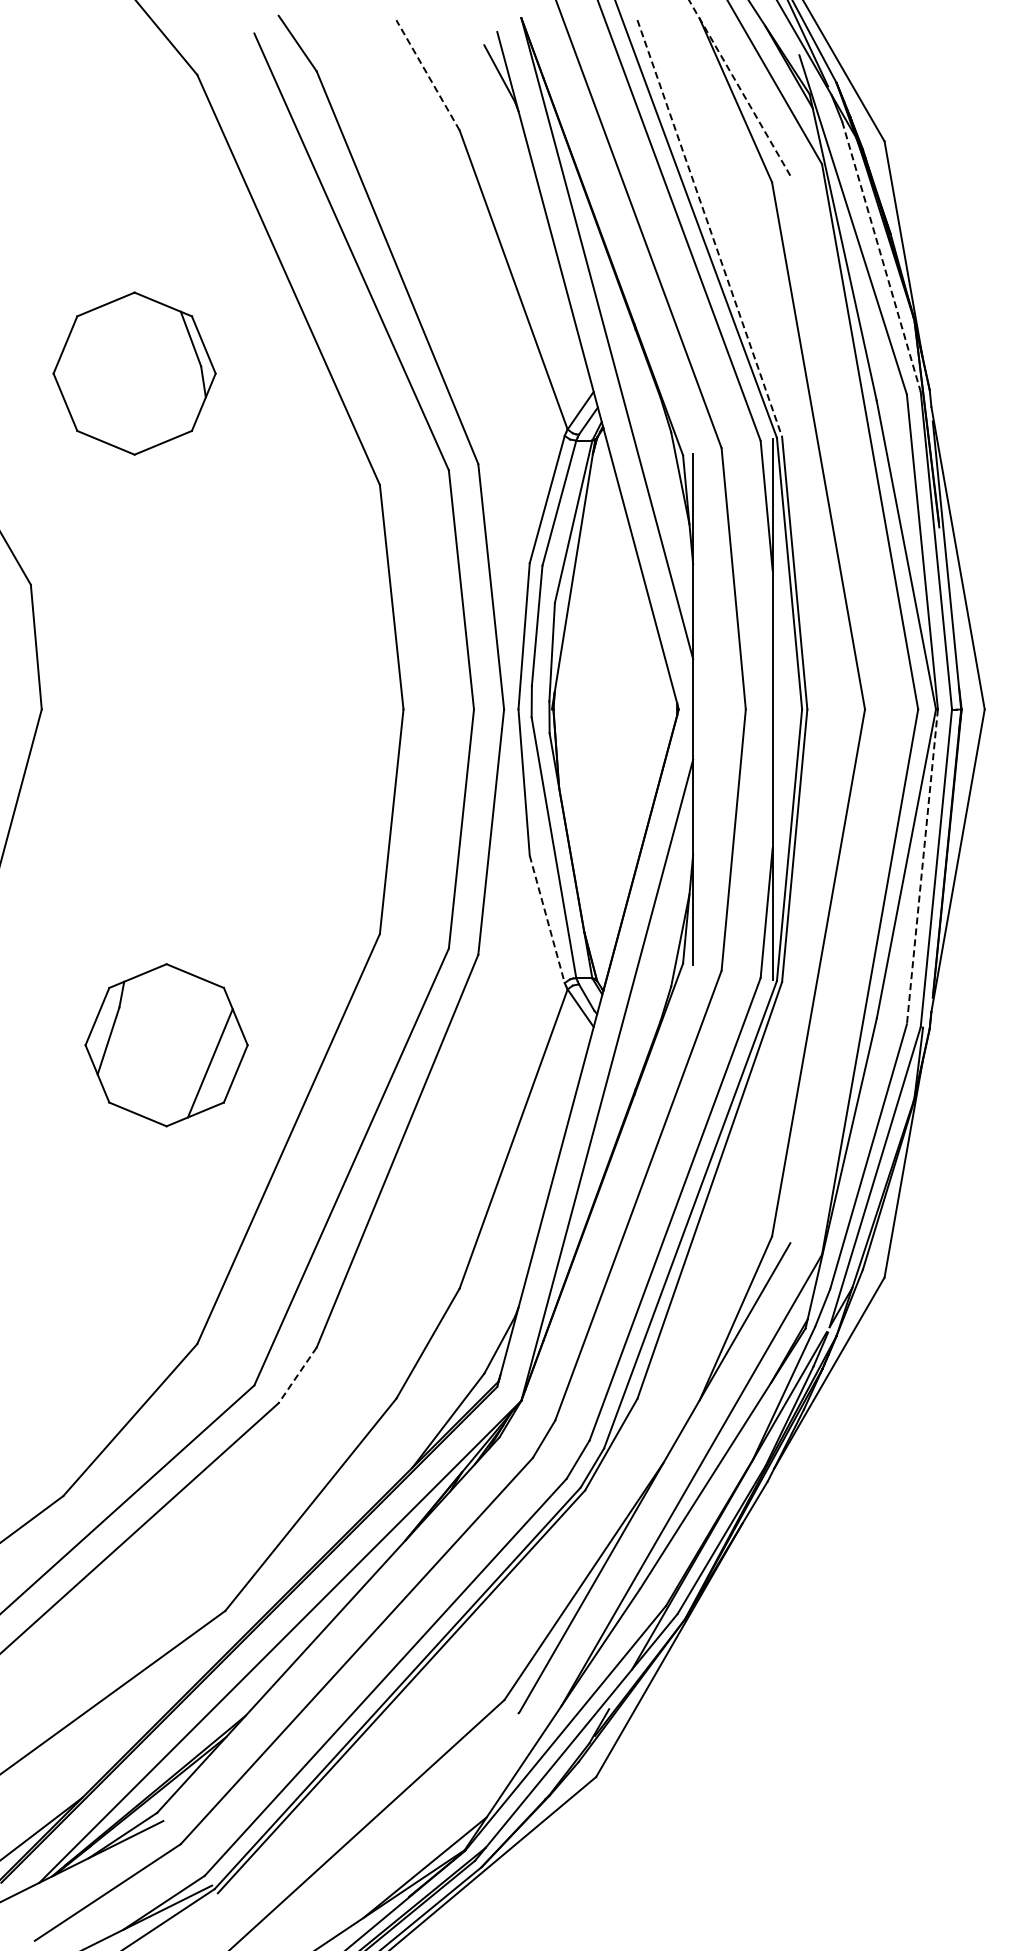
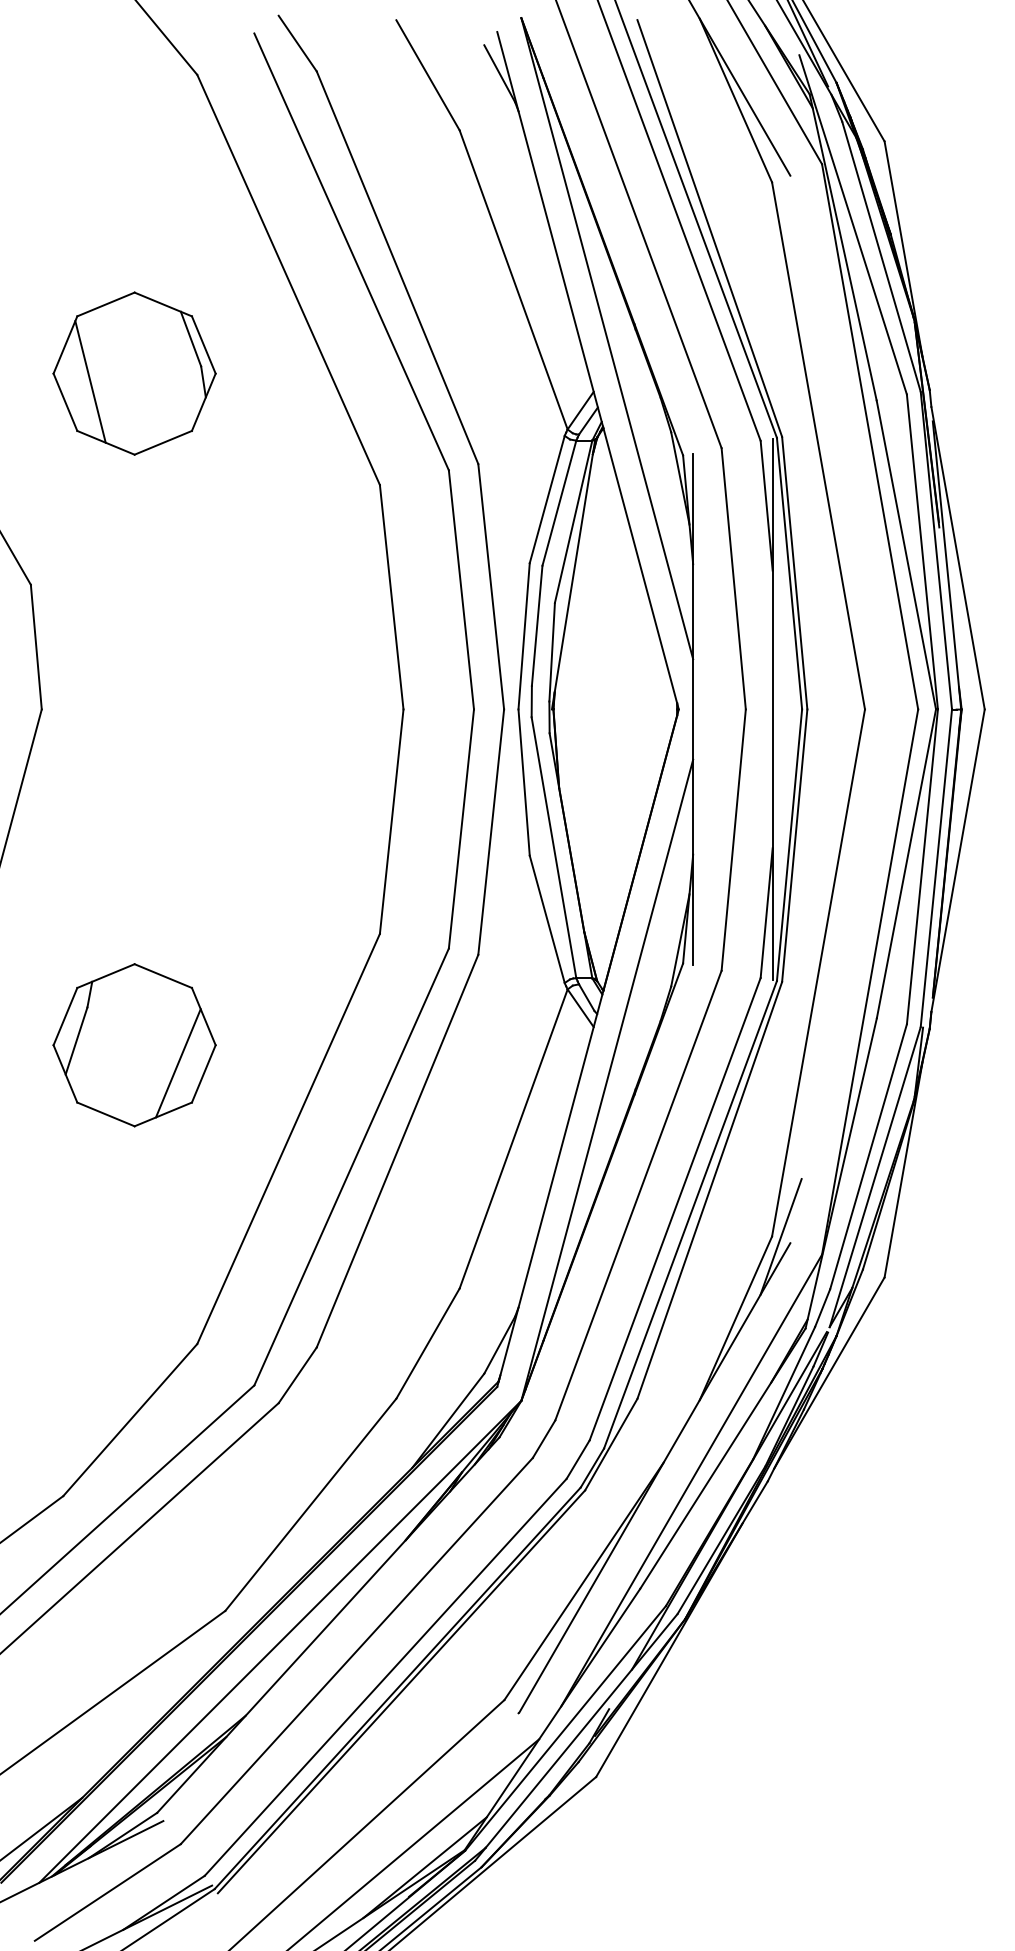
line at (428, 75): dashed -> solid
line at (739, 88): dashed -> solid
line at (709, 228): dashed -> solid
line at (881, 256): dashed -> solid
line at (90, 381): none -> present
line at (922, 867): dashed -> solid
line at (547, 919): dashed -> solid
part at (166, 1045) position: (166, 1045) -> (134, 1045)
line at (780, 1236): none -> present
line at (297, 1375): dashed -> solid
line at (414, 1843): none -> present
